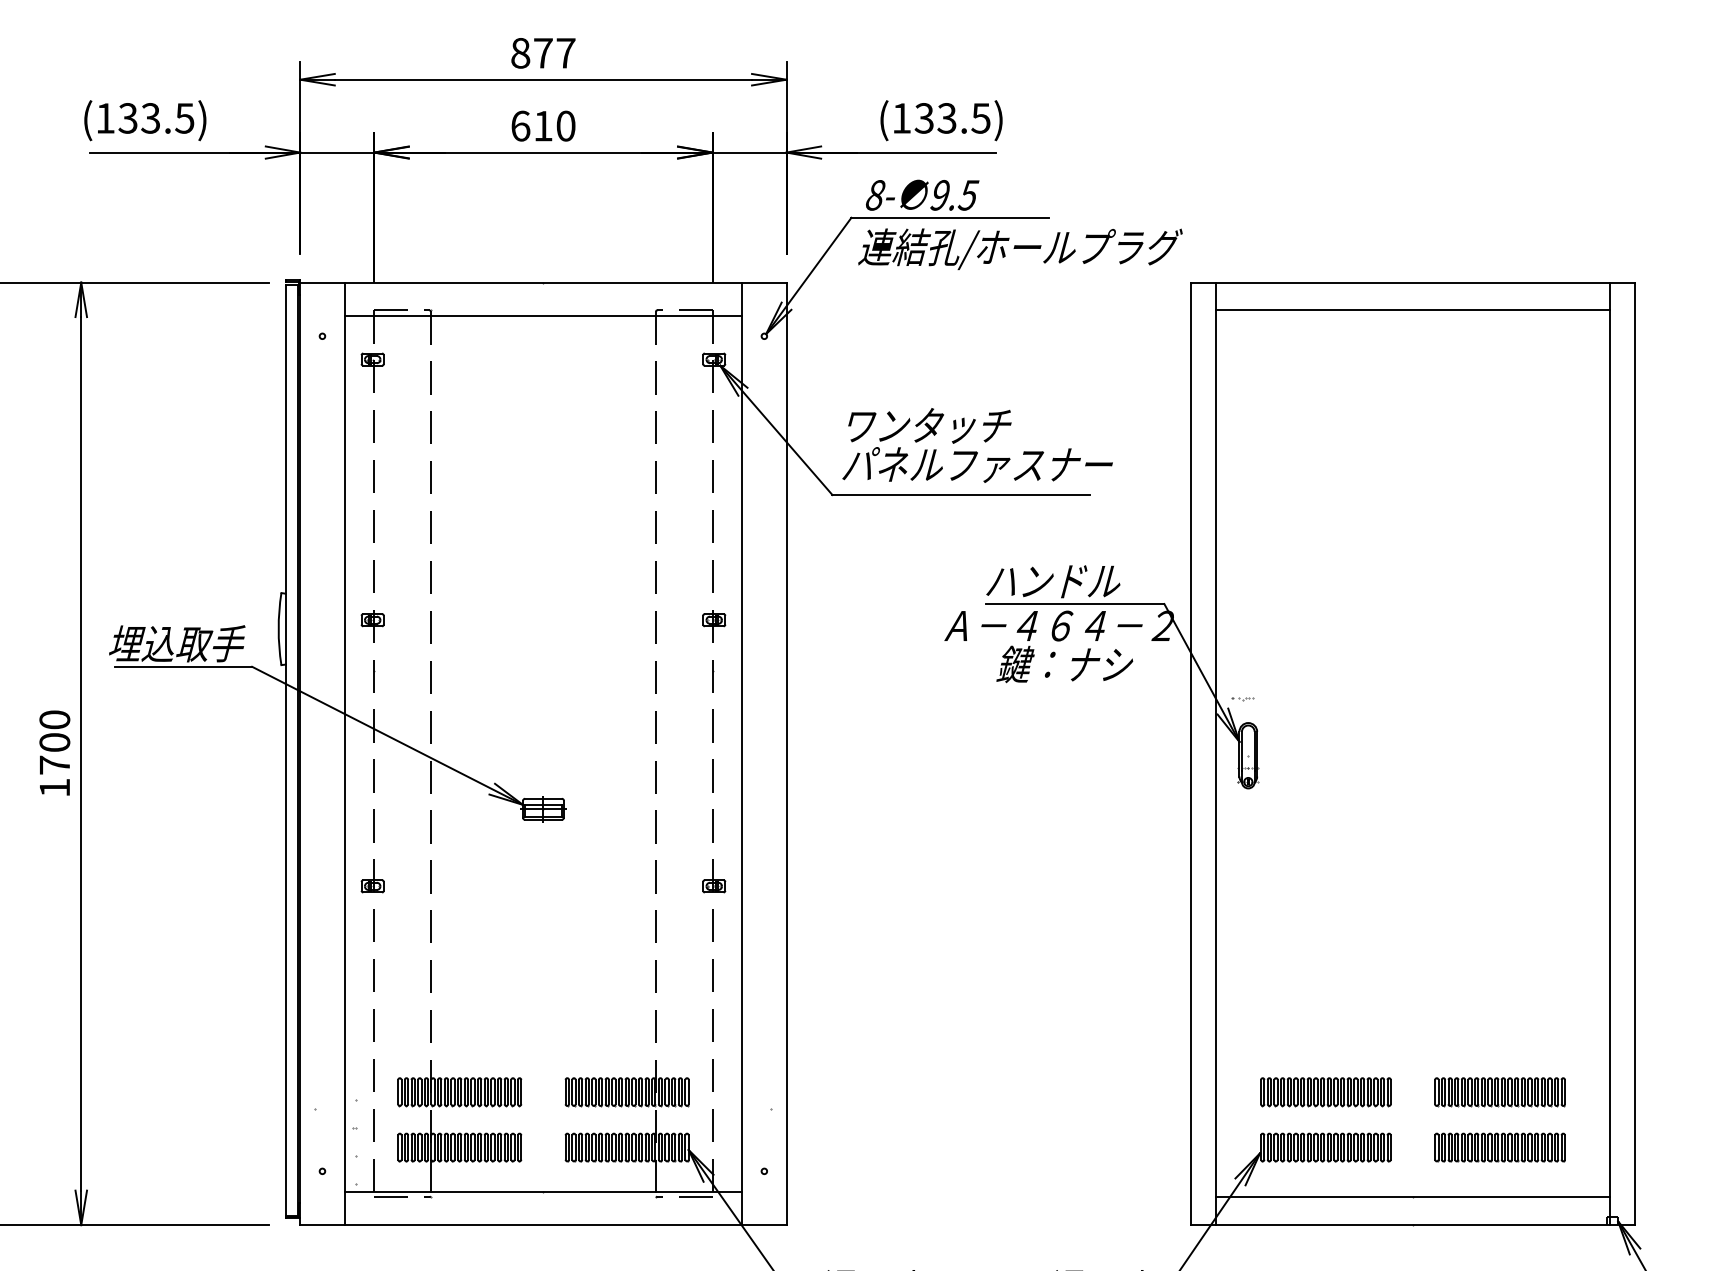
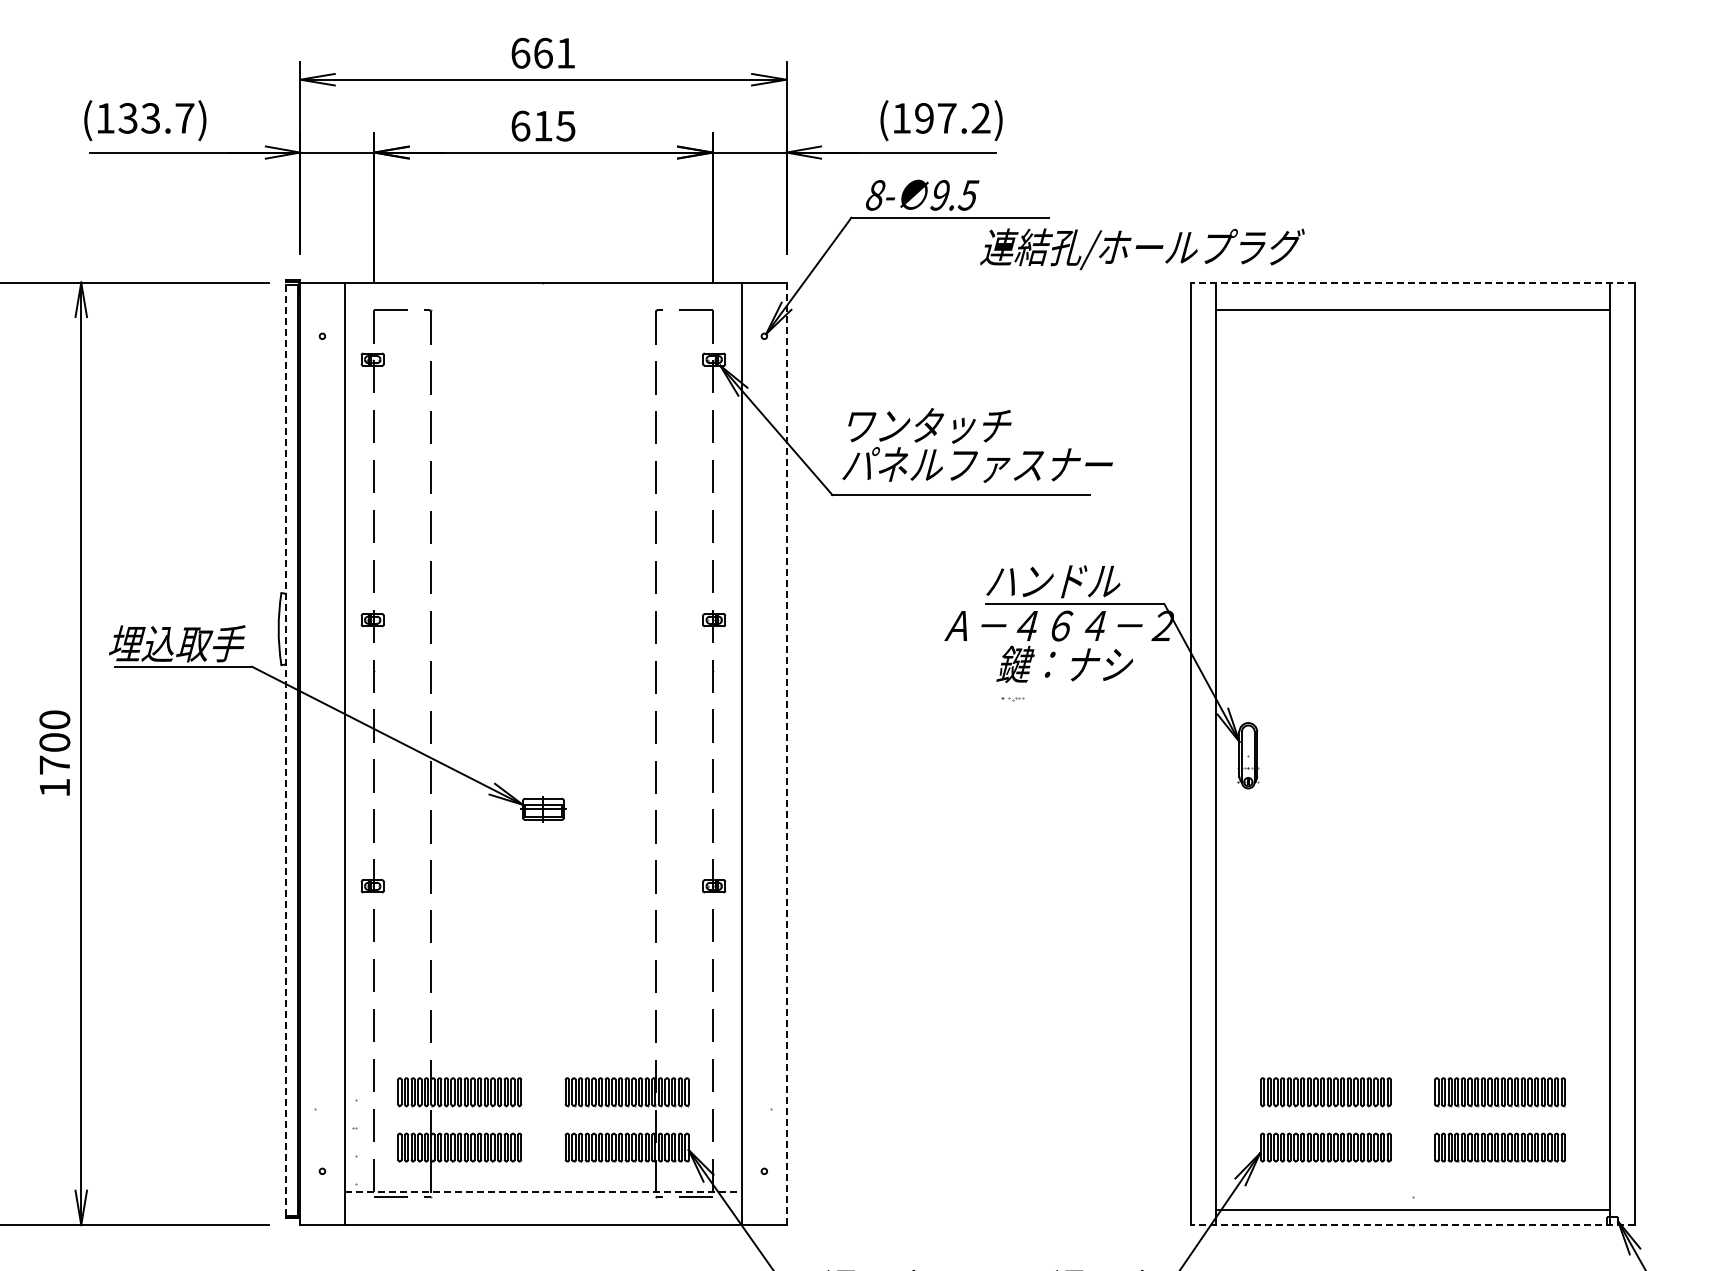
text at (543, 52): 877 -> 661
text at (184, 118): (133.5) -> (133.7)
text at (952, 118): (133.5) -> (197.2)
text at (565, 125): 610 -> 615
text at (1020, 249) position: (1020, 249) -> (1142, 249)
line at (1413, 282): solid -> dashed
line at (543, 315): present -> none
part at (1242, 699) position: (1242, 699) -> (1012, 699)
line at (285, 750): solid -> dashed
line at (786, 754): solid -> dashed
line at (543, 1191): solid -> dashed
line at (1412, 1197) position: (1412, 1197) -> (1412, 1210)
line at (1413, 1225): solid -> dashed
